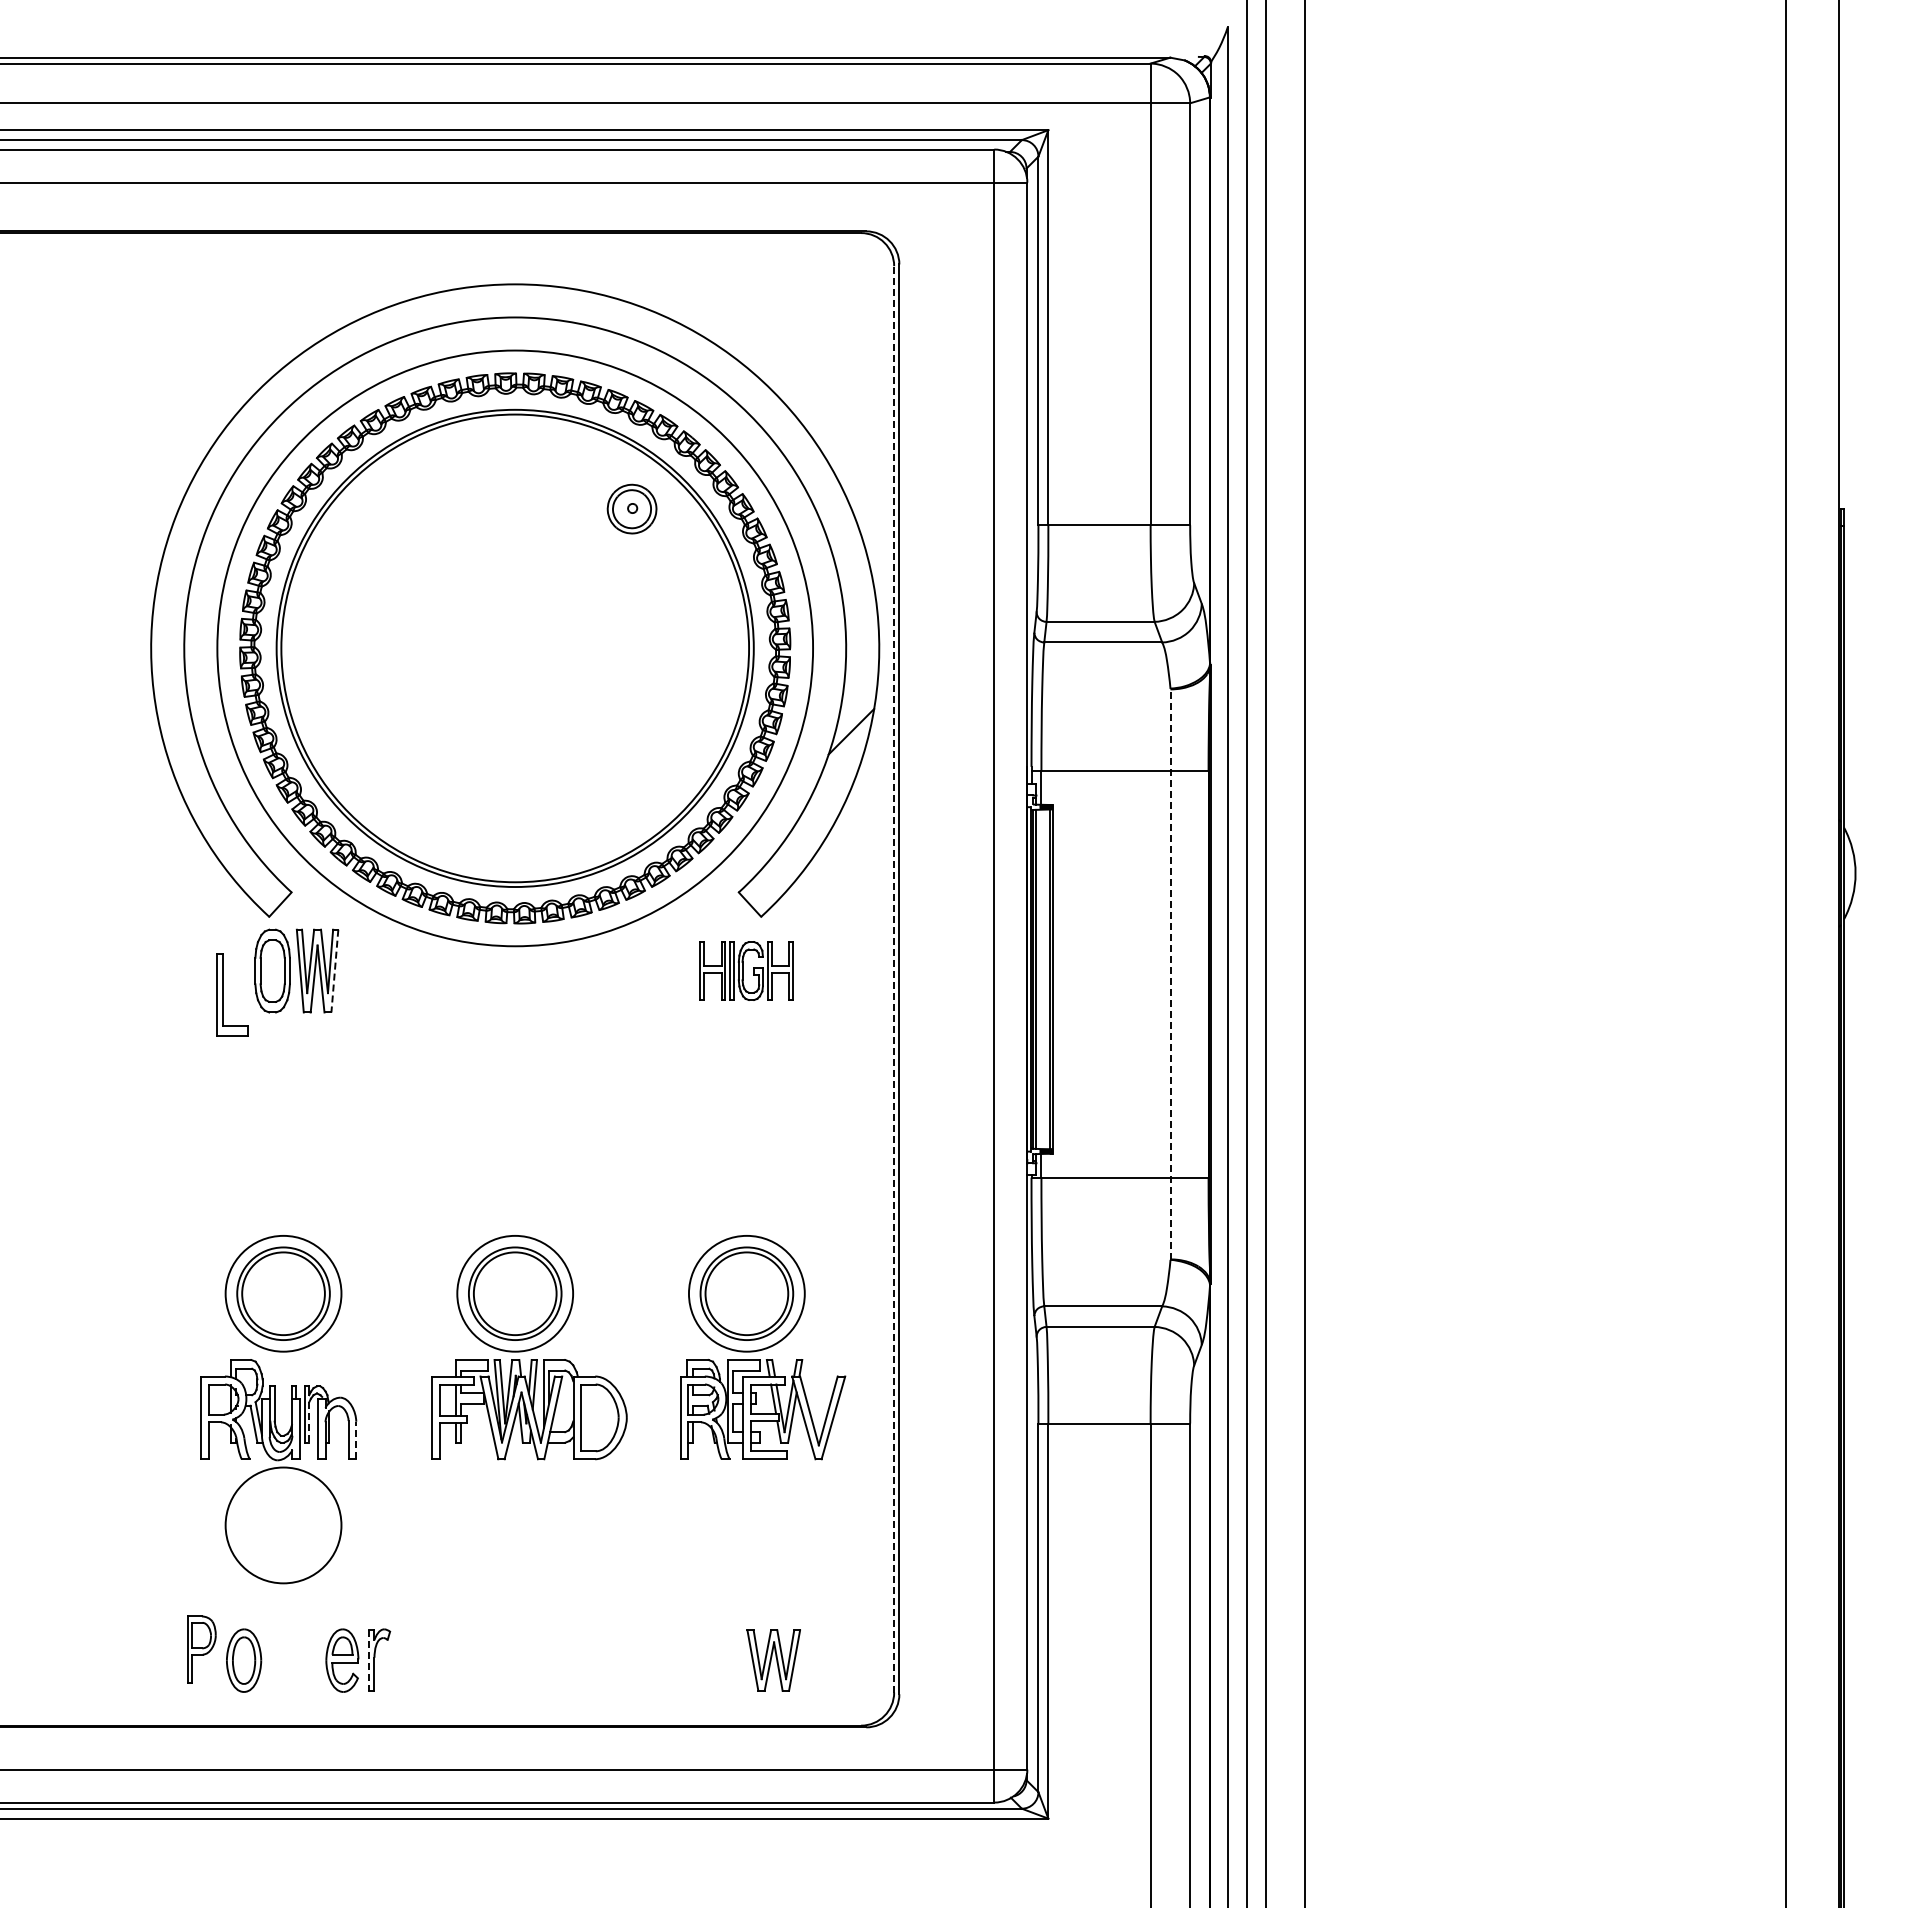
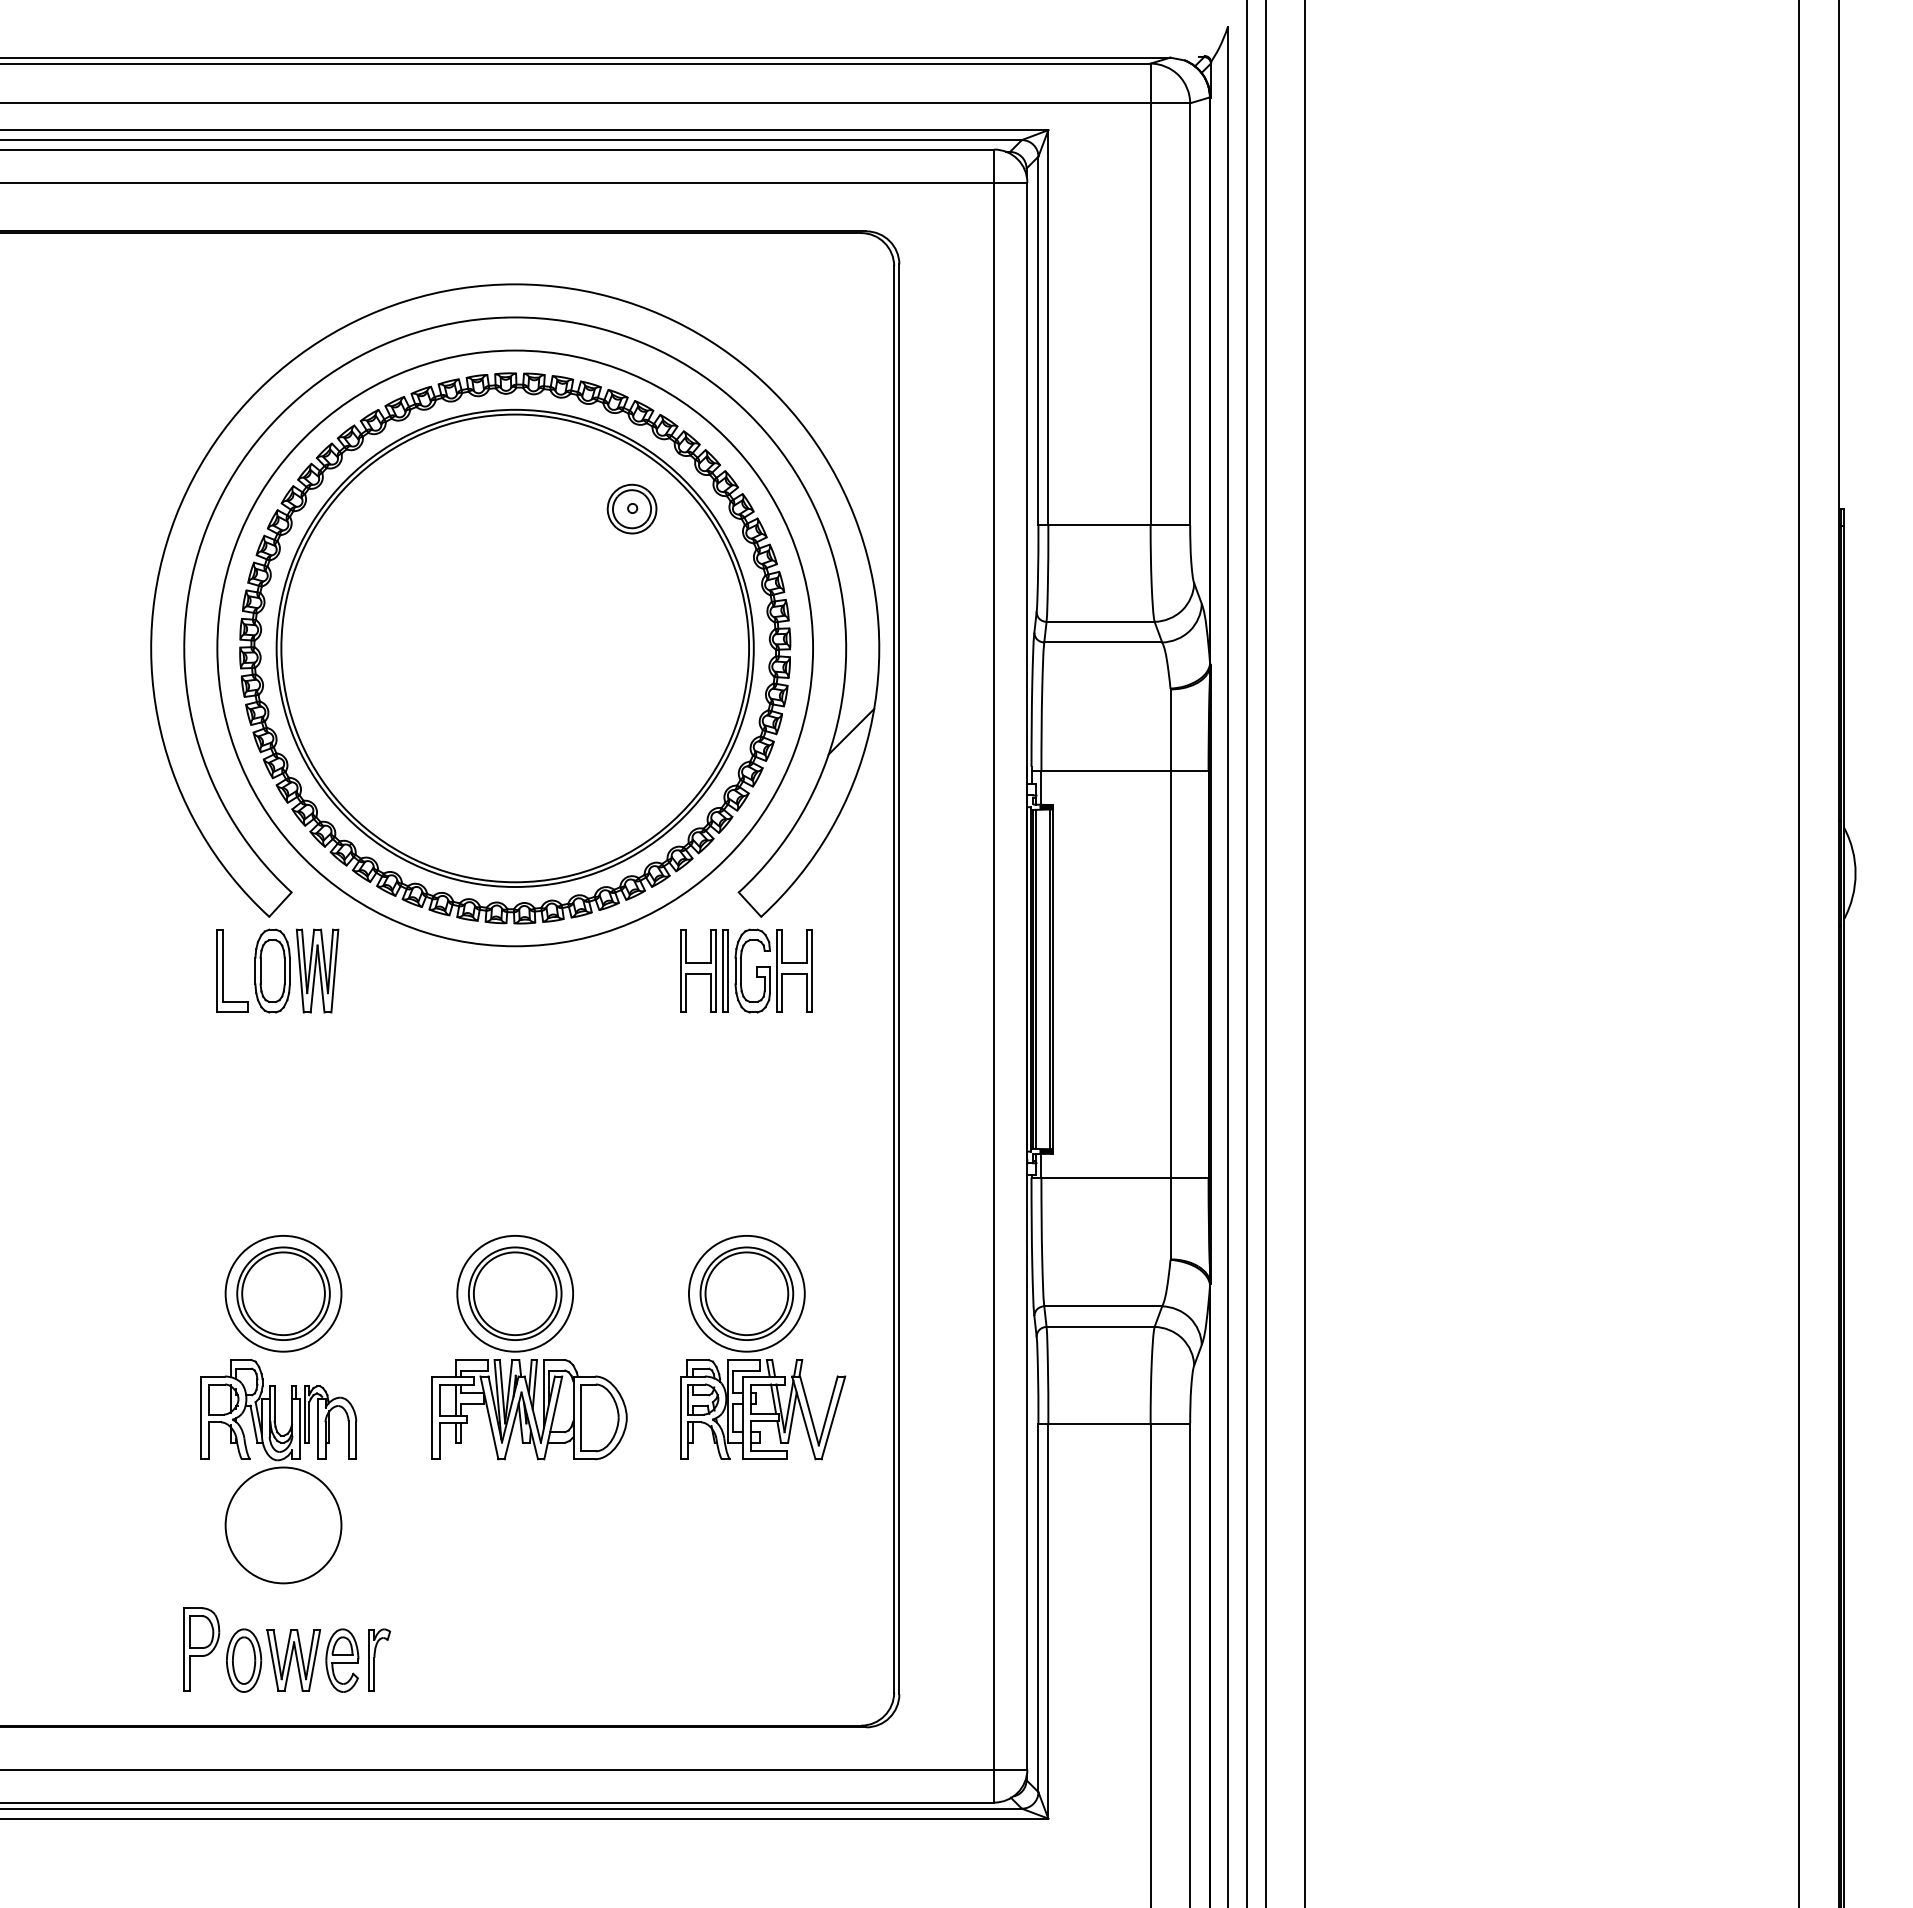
line at (1786, 953) position: (1786, 953) -> (1799, 953)
part at (746, 970) size: 95x60 px -> 133x86 px
line at (334, 971): dashed -> solid
line at (1170, 973): dashed -> solid
line at (894, 978): dashed -> solid
part at (223, 994) position: (223, 994) -> (223, 970)
line at (309, 1422): dashed -> solid
line at (356, 1440): dashed -> solid
part at (201, 1649) size: 30x69 px -> 38x85 px
part at (773, 1660) position: (773, 1660) -> (293, 1660)
line at (368, 1661): dashed -> solid
